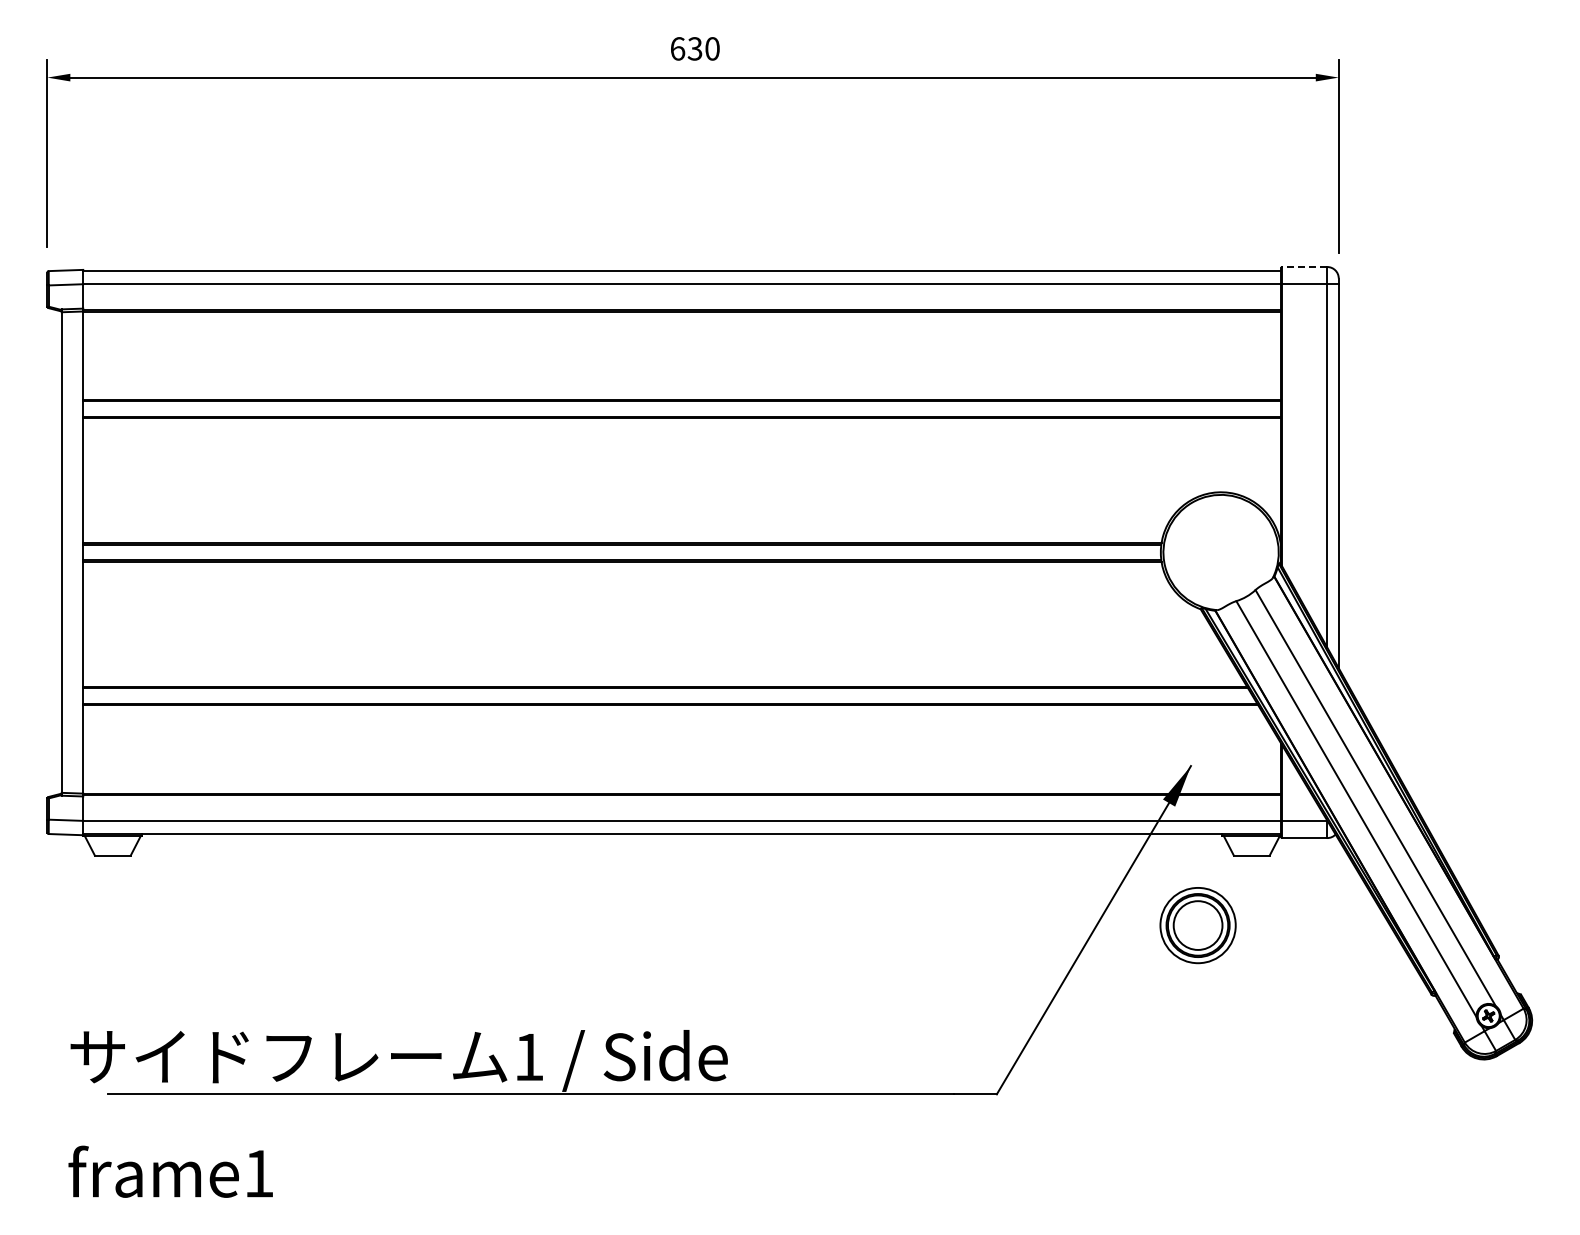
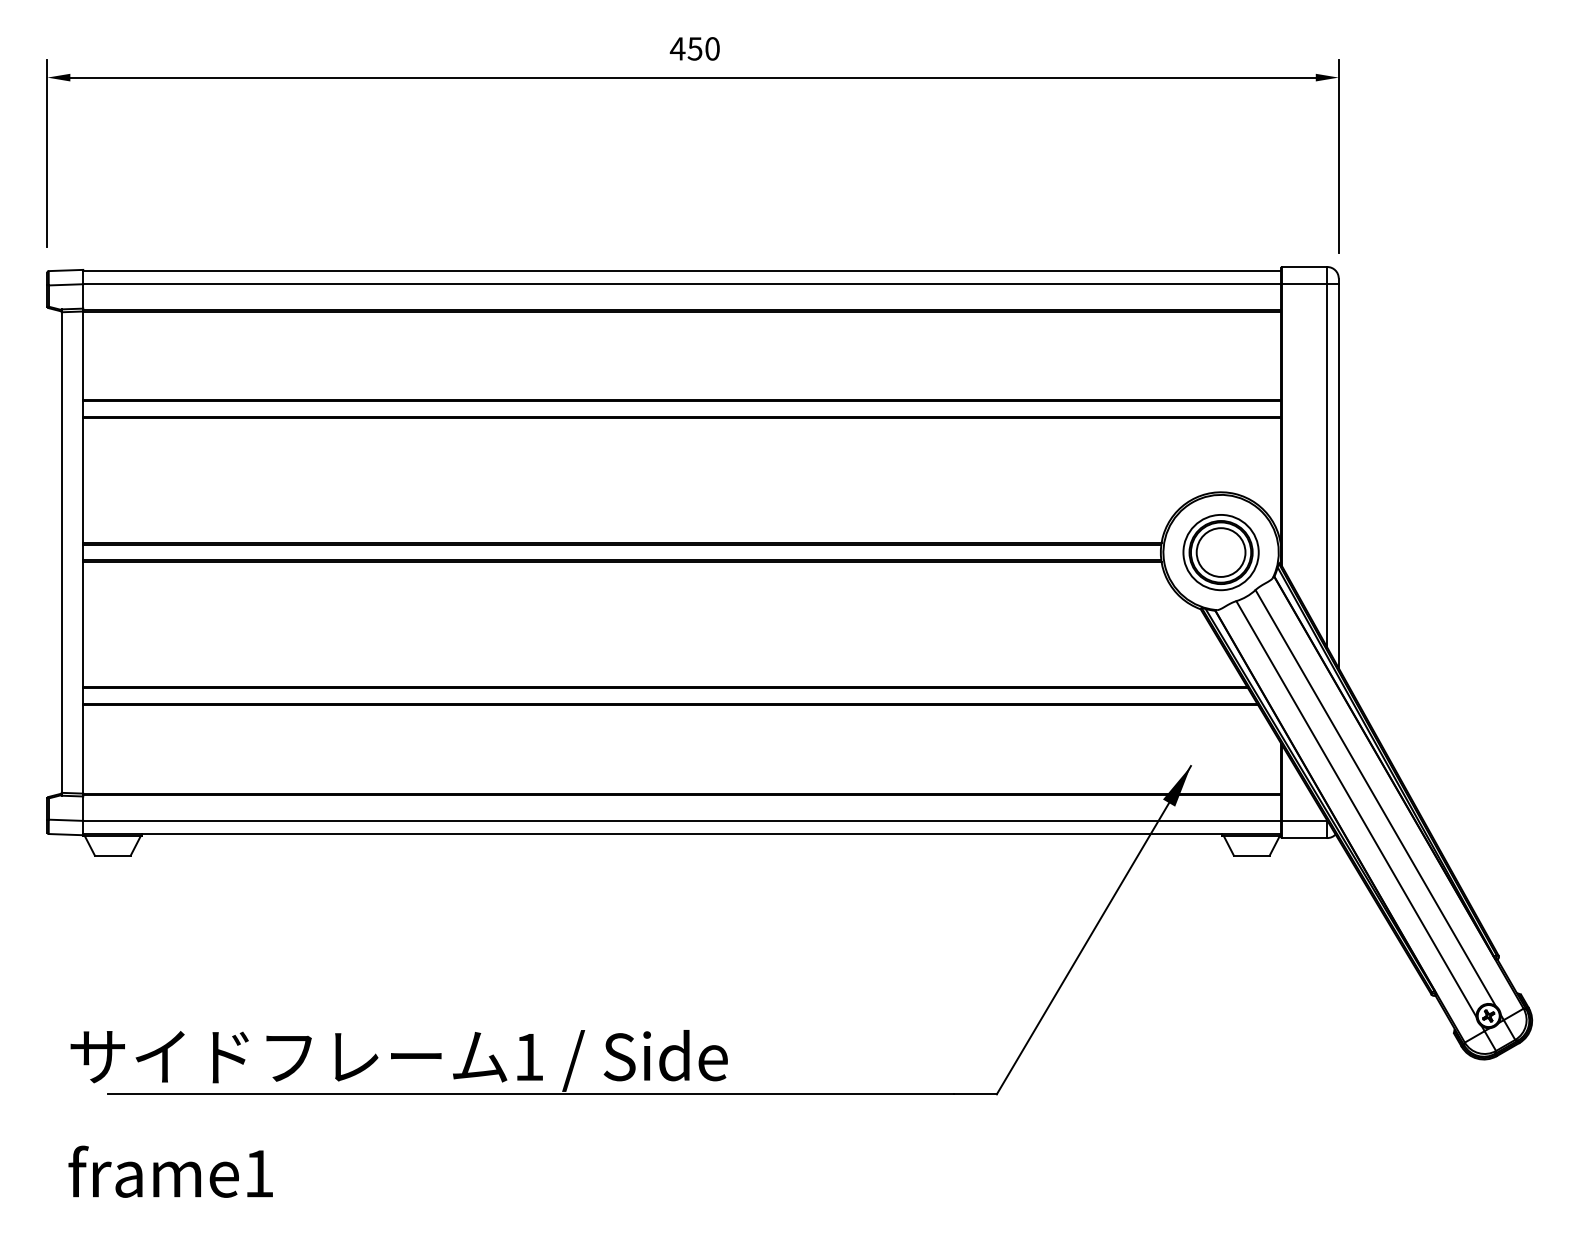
text at (685, 48): 630 -> 450
line at (1304, 267): dashed -> solid
part at (1197, 925) position: (1197, 925) -> (1220, 552)
